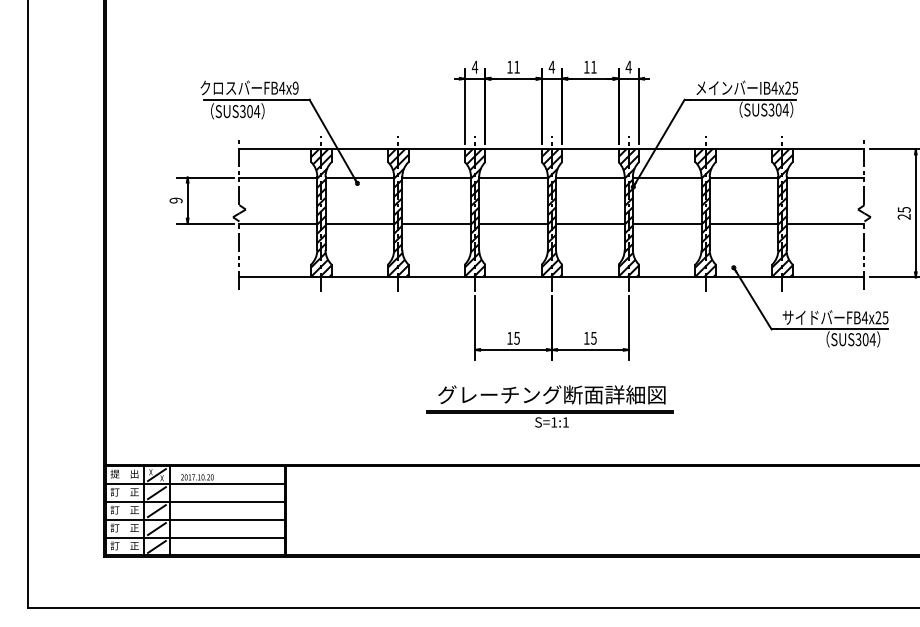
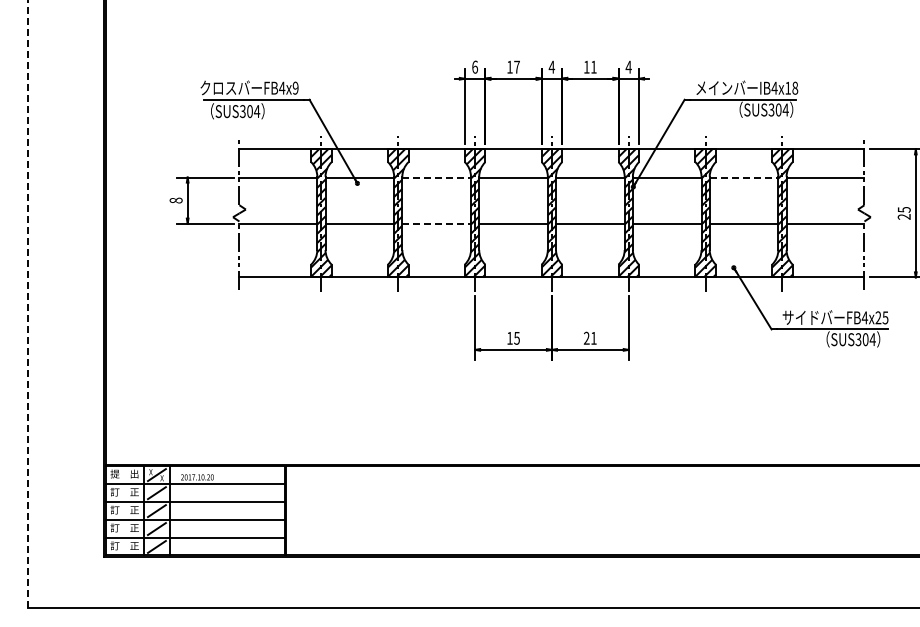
text at (474, 66): 4 -> 6
text at (516, 66): 11 -> 17
text at (791, 87): IB4x25 -> IB4x18
line at (437, 177): solid -> dashed
line at (744, 177): solid -> dashed
text at (175, 200): 9 -> 8
line at (437, 223): solid -> dashed
line at (27, 304): solid -> dashed
text at (589, 337): 15 -> 21
part at (549, 406): present -> none
